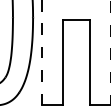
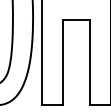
line at (41, 52): dashed -> solid
line at (110, 53): dashed -> solid
